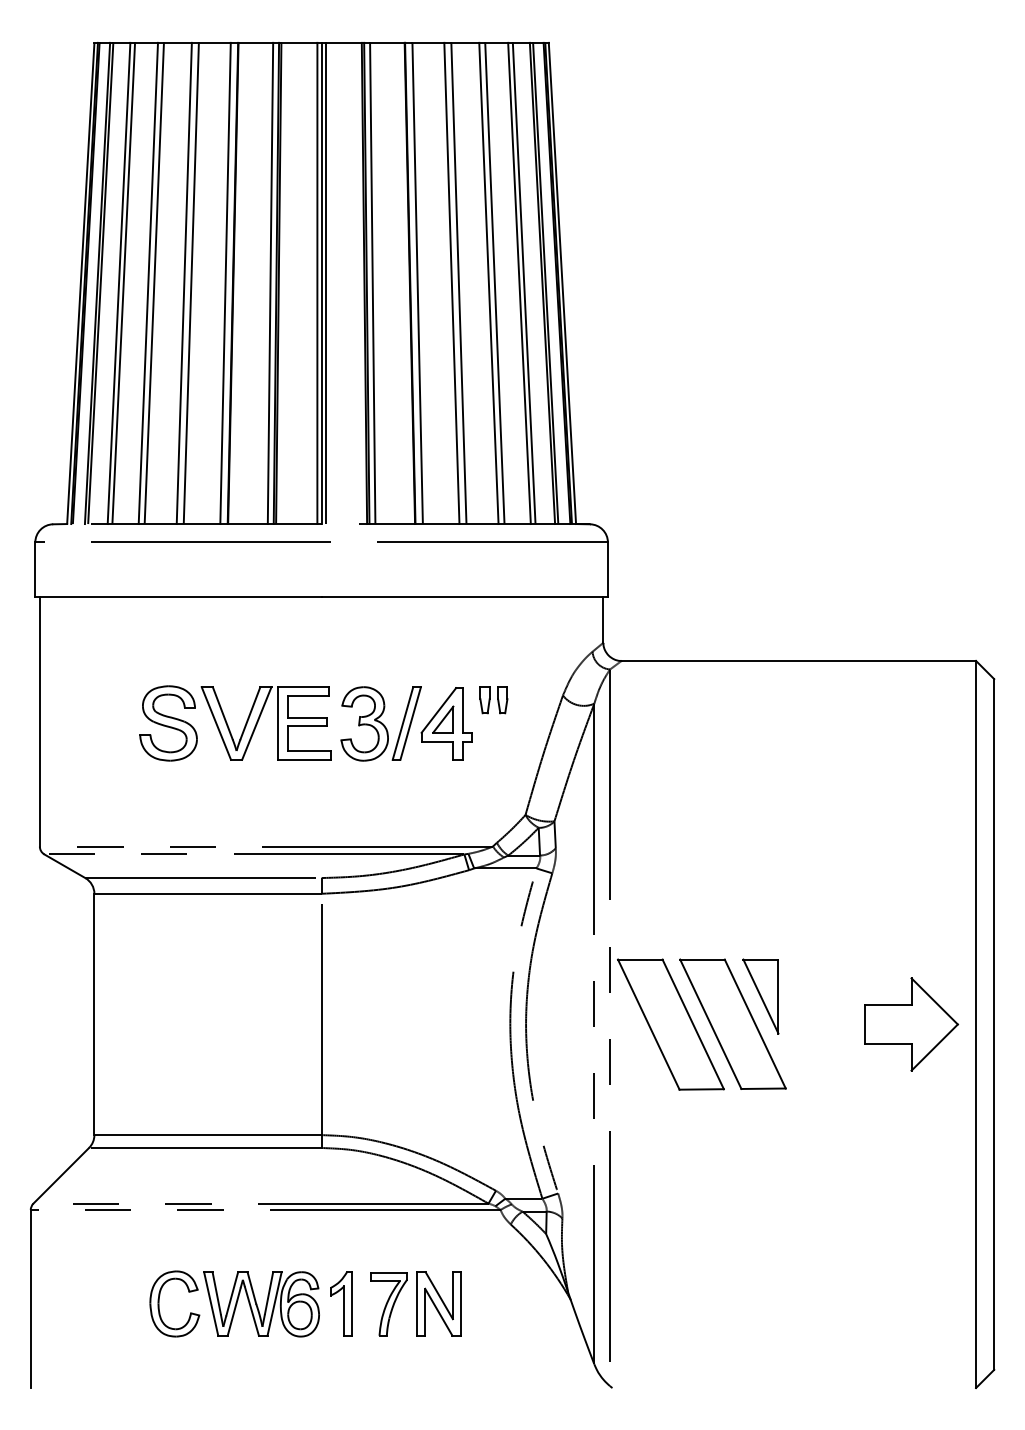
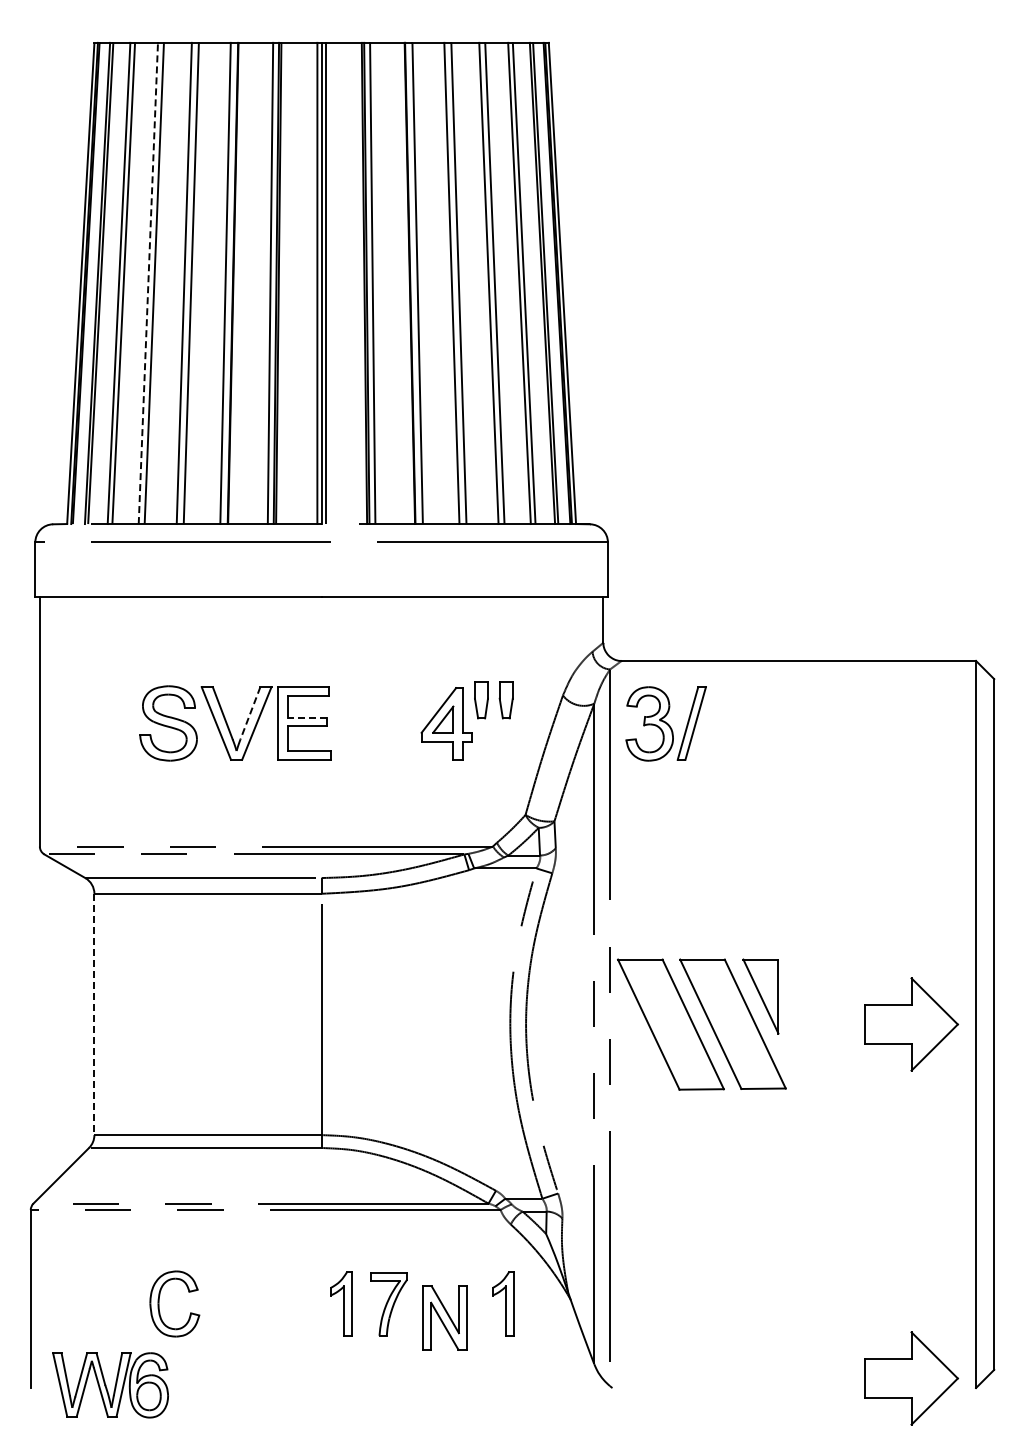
line at (148, 283): solid -> dashed
part at (493, 700) size: 30x29 px -> 40x39 px
line at (250, 713): solid -> dashed
line at (306, 717): solid -> dashed
part at (380, 723) position: (380, 723) -> (665, 723)
line at (94, 1014): solid -> dashed
part at (438, 1303) position: (438, 1303) -> (444, 1317)
part at (503, 1303): none -> present
part at (261, 1304) position: (261, 1304) -> (110, 1385)
part at (911, 1378): none -> present
